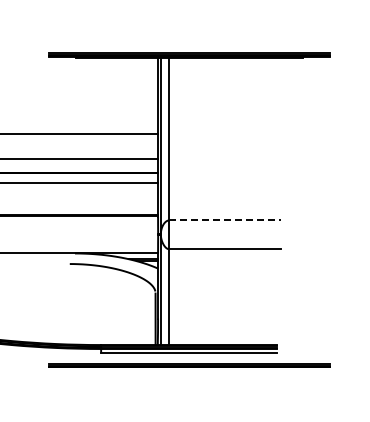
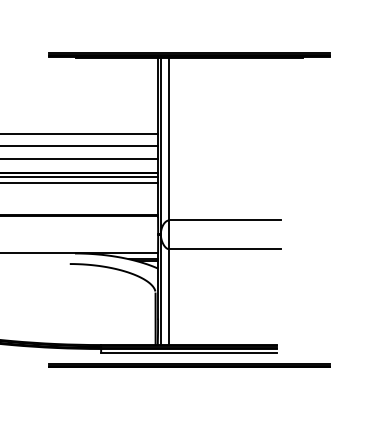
line at (80, 145): none -> present
line at (80, 176): none -> present
line at (224, 220): dashed -> solid
